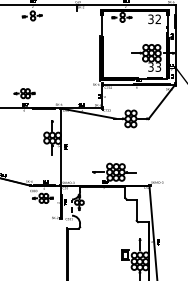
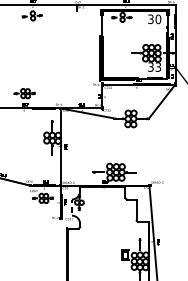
text at (158, 19): 32 -> 30
